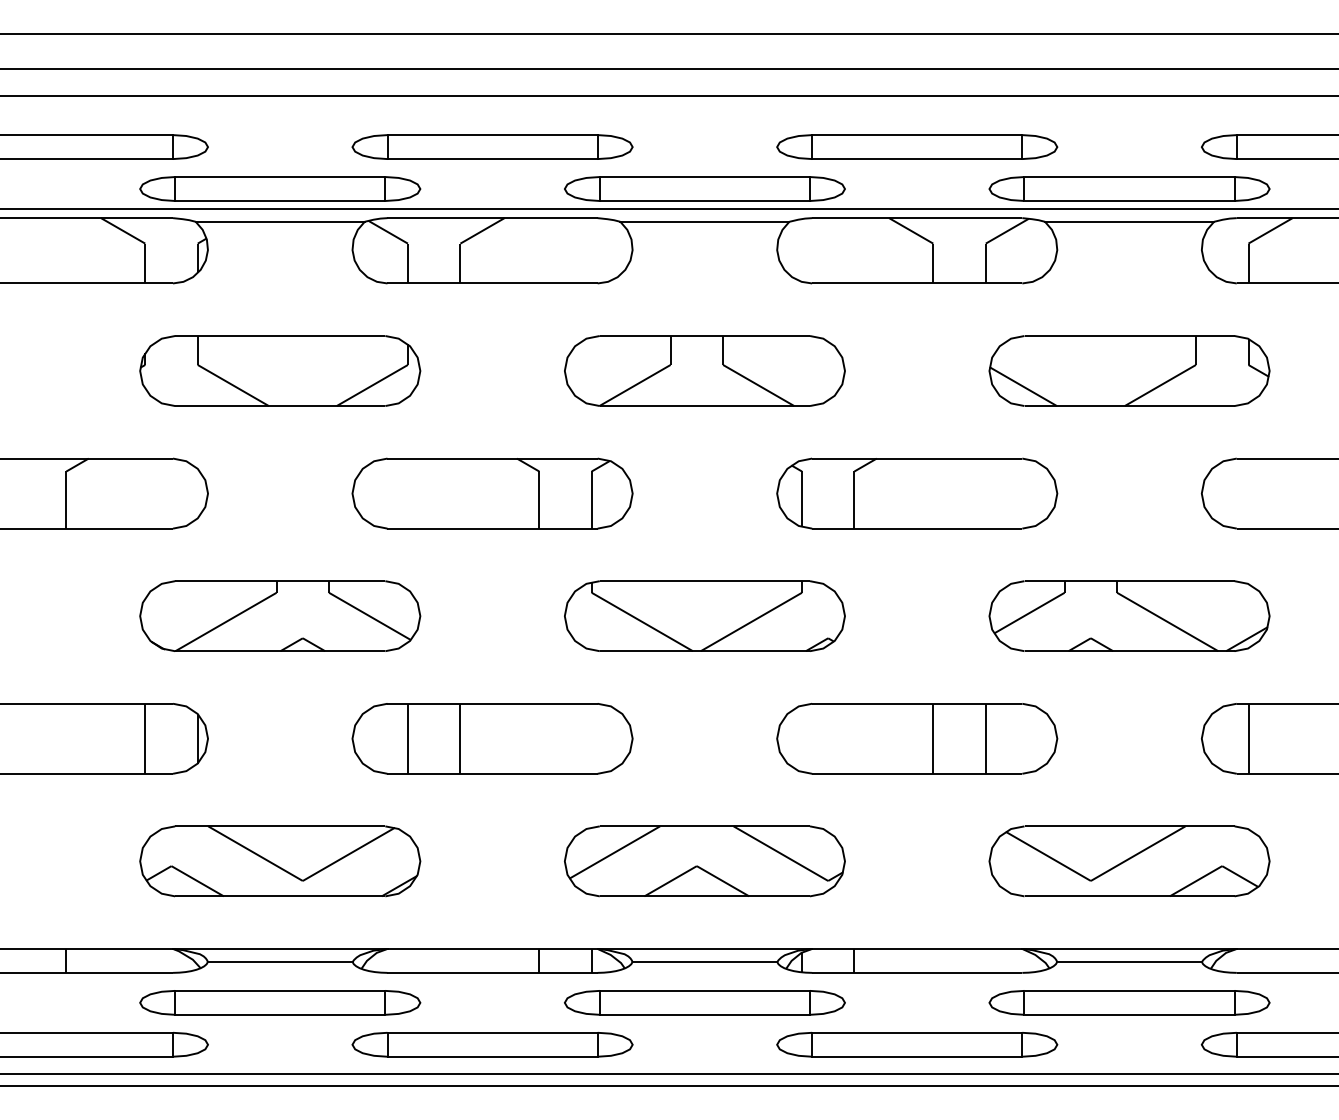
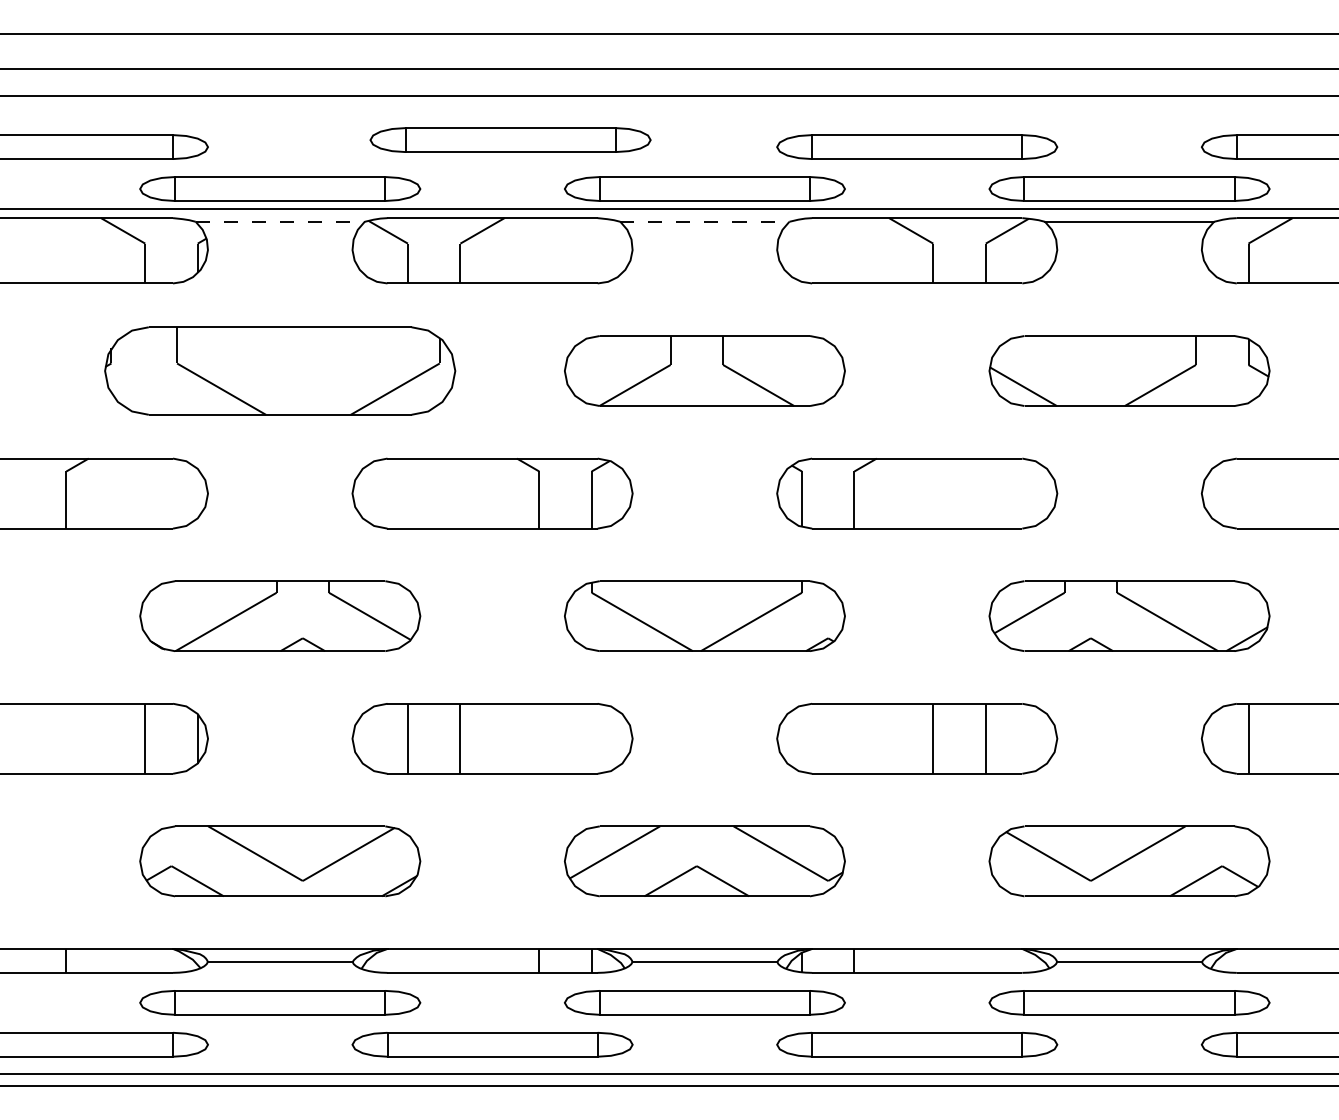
part at (492, 146) position: (492, 146) -> (510, 139)
line at (280, 221): solid -> dashed
line at (705, 221): solid -> dashed
part at (280, 370) size: 283x72 px -> 353x90 px
